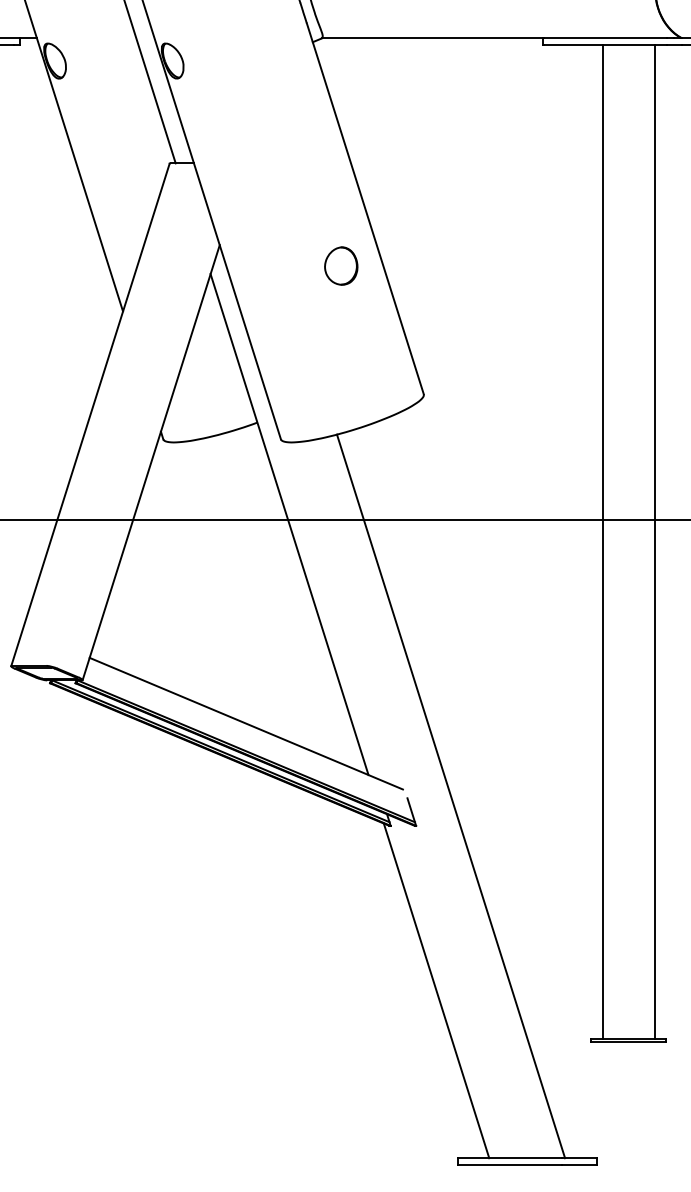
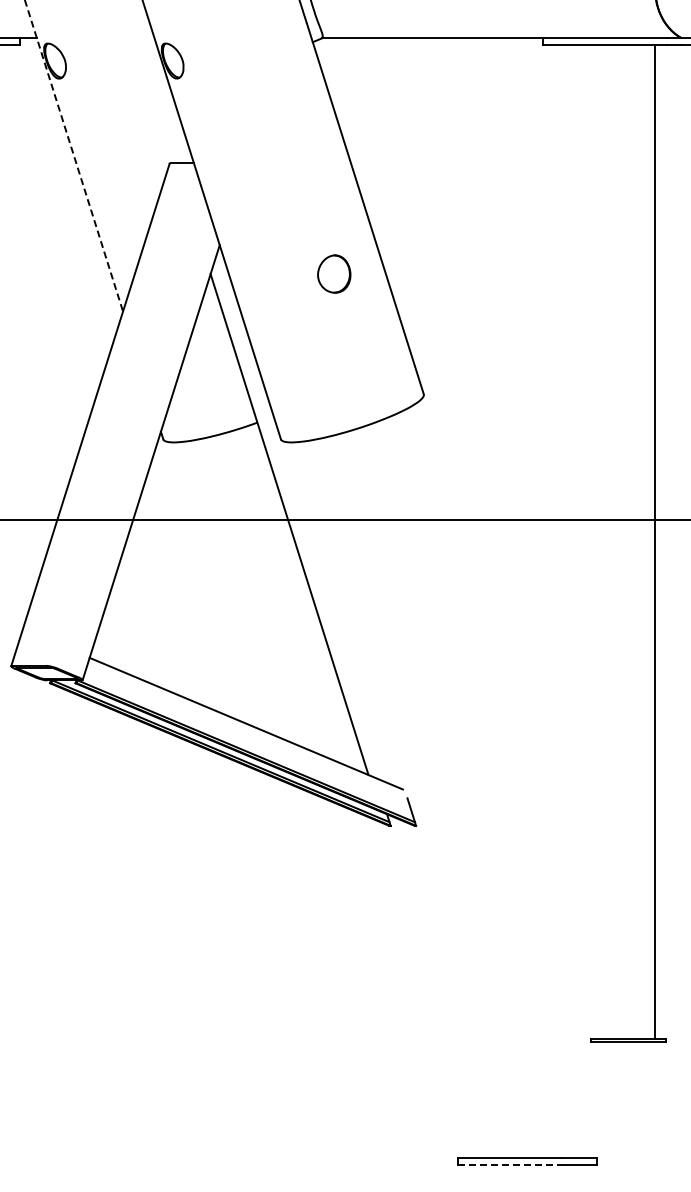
line at (149, 82): present -> none
line at (74, 155): solid -> dashed
part at (341, 265) position: (341, 265) -> (334, 273)
line at (603, 541): present -> none
line at (450, 796): present -> none
line at (436, 990): present -> none
line at (510, 1164): solid -> dashed
